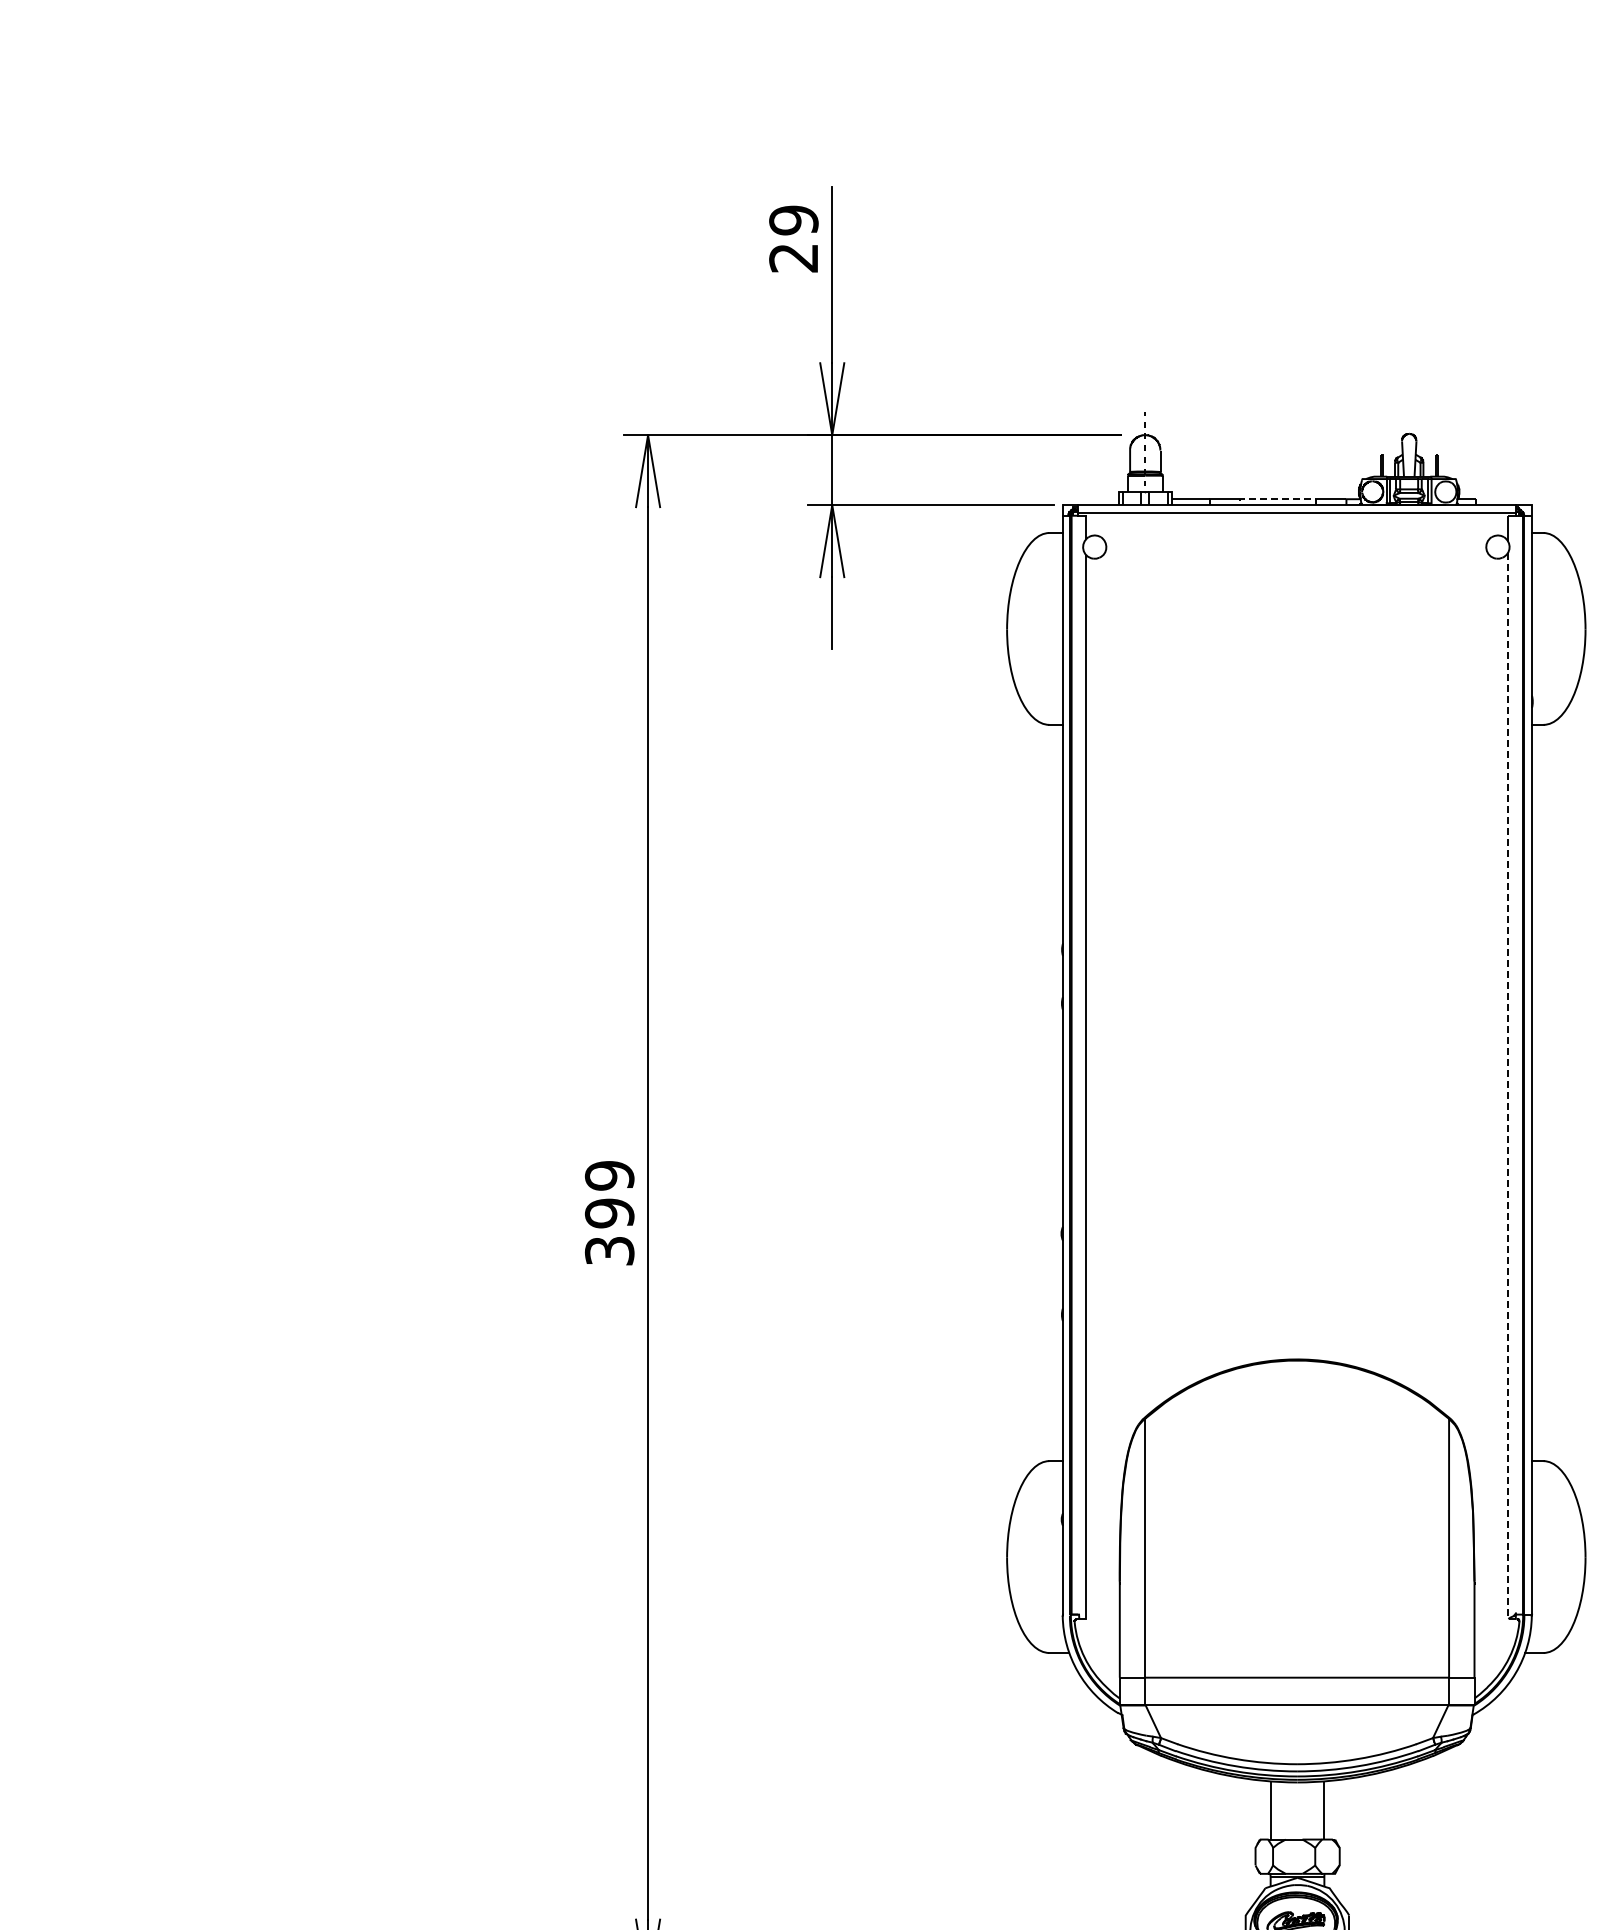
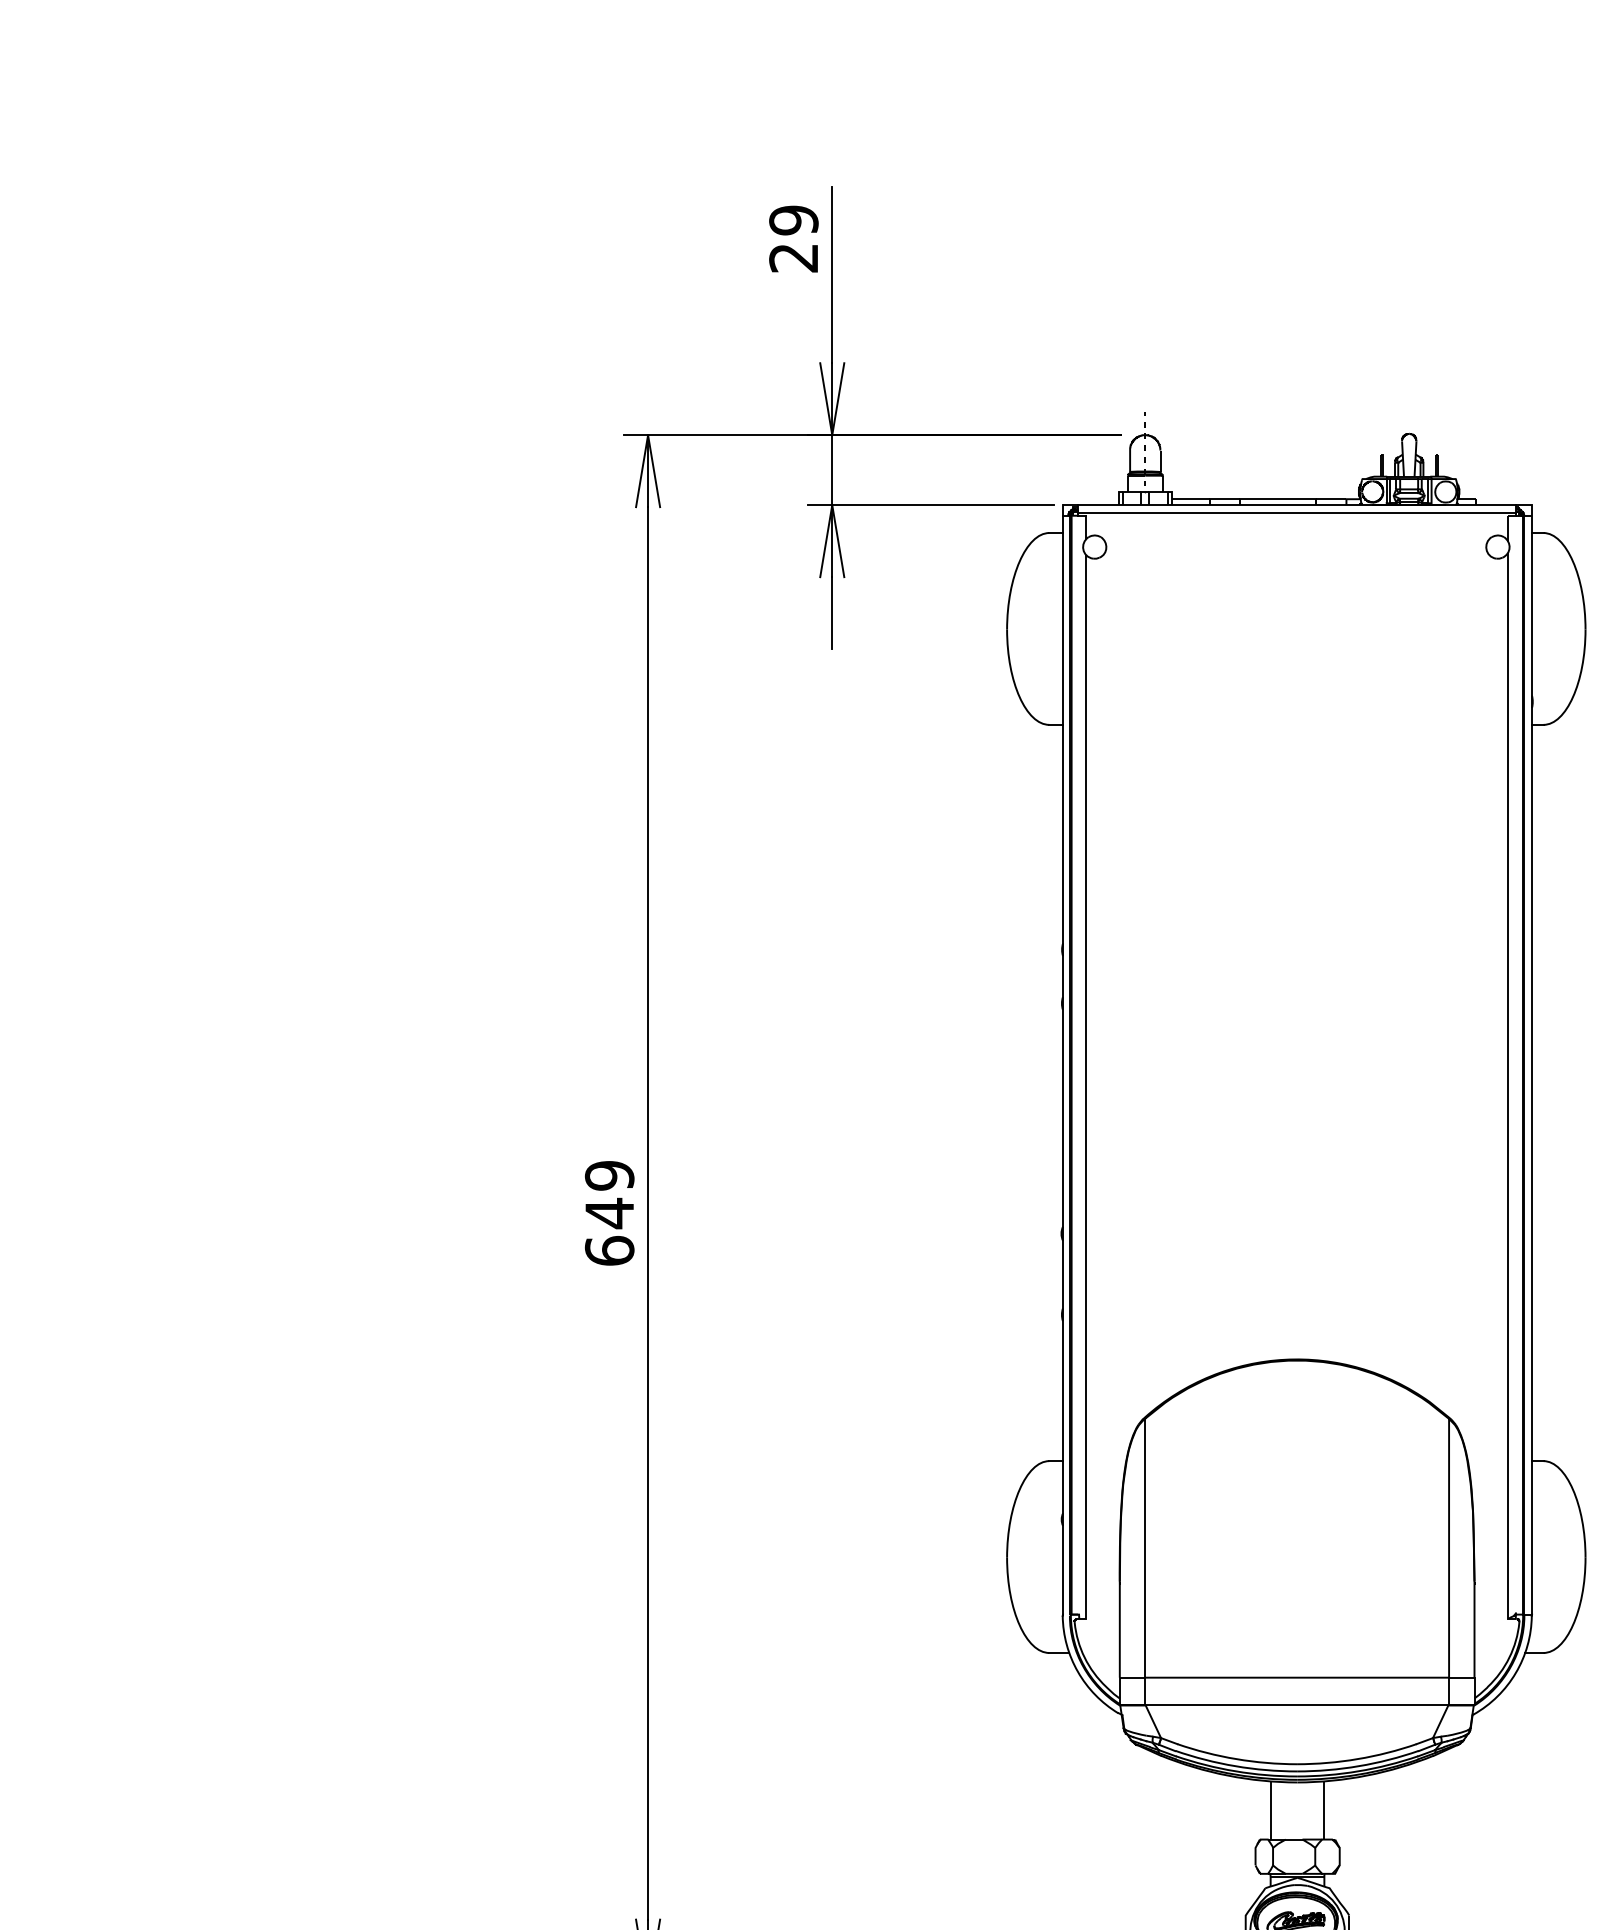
line at (1277, 499): dashed -> solid
line at (1508, 1090): dashed -> solid
text at (609, 1231): 399 -> 649
